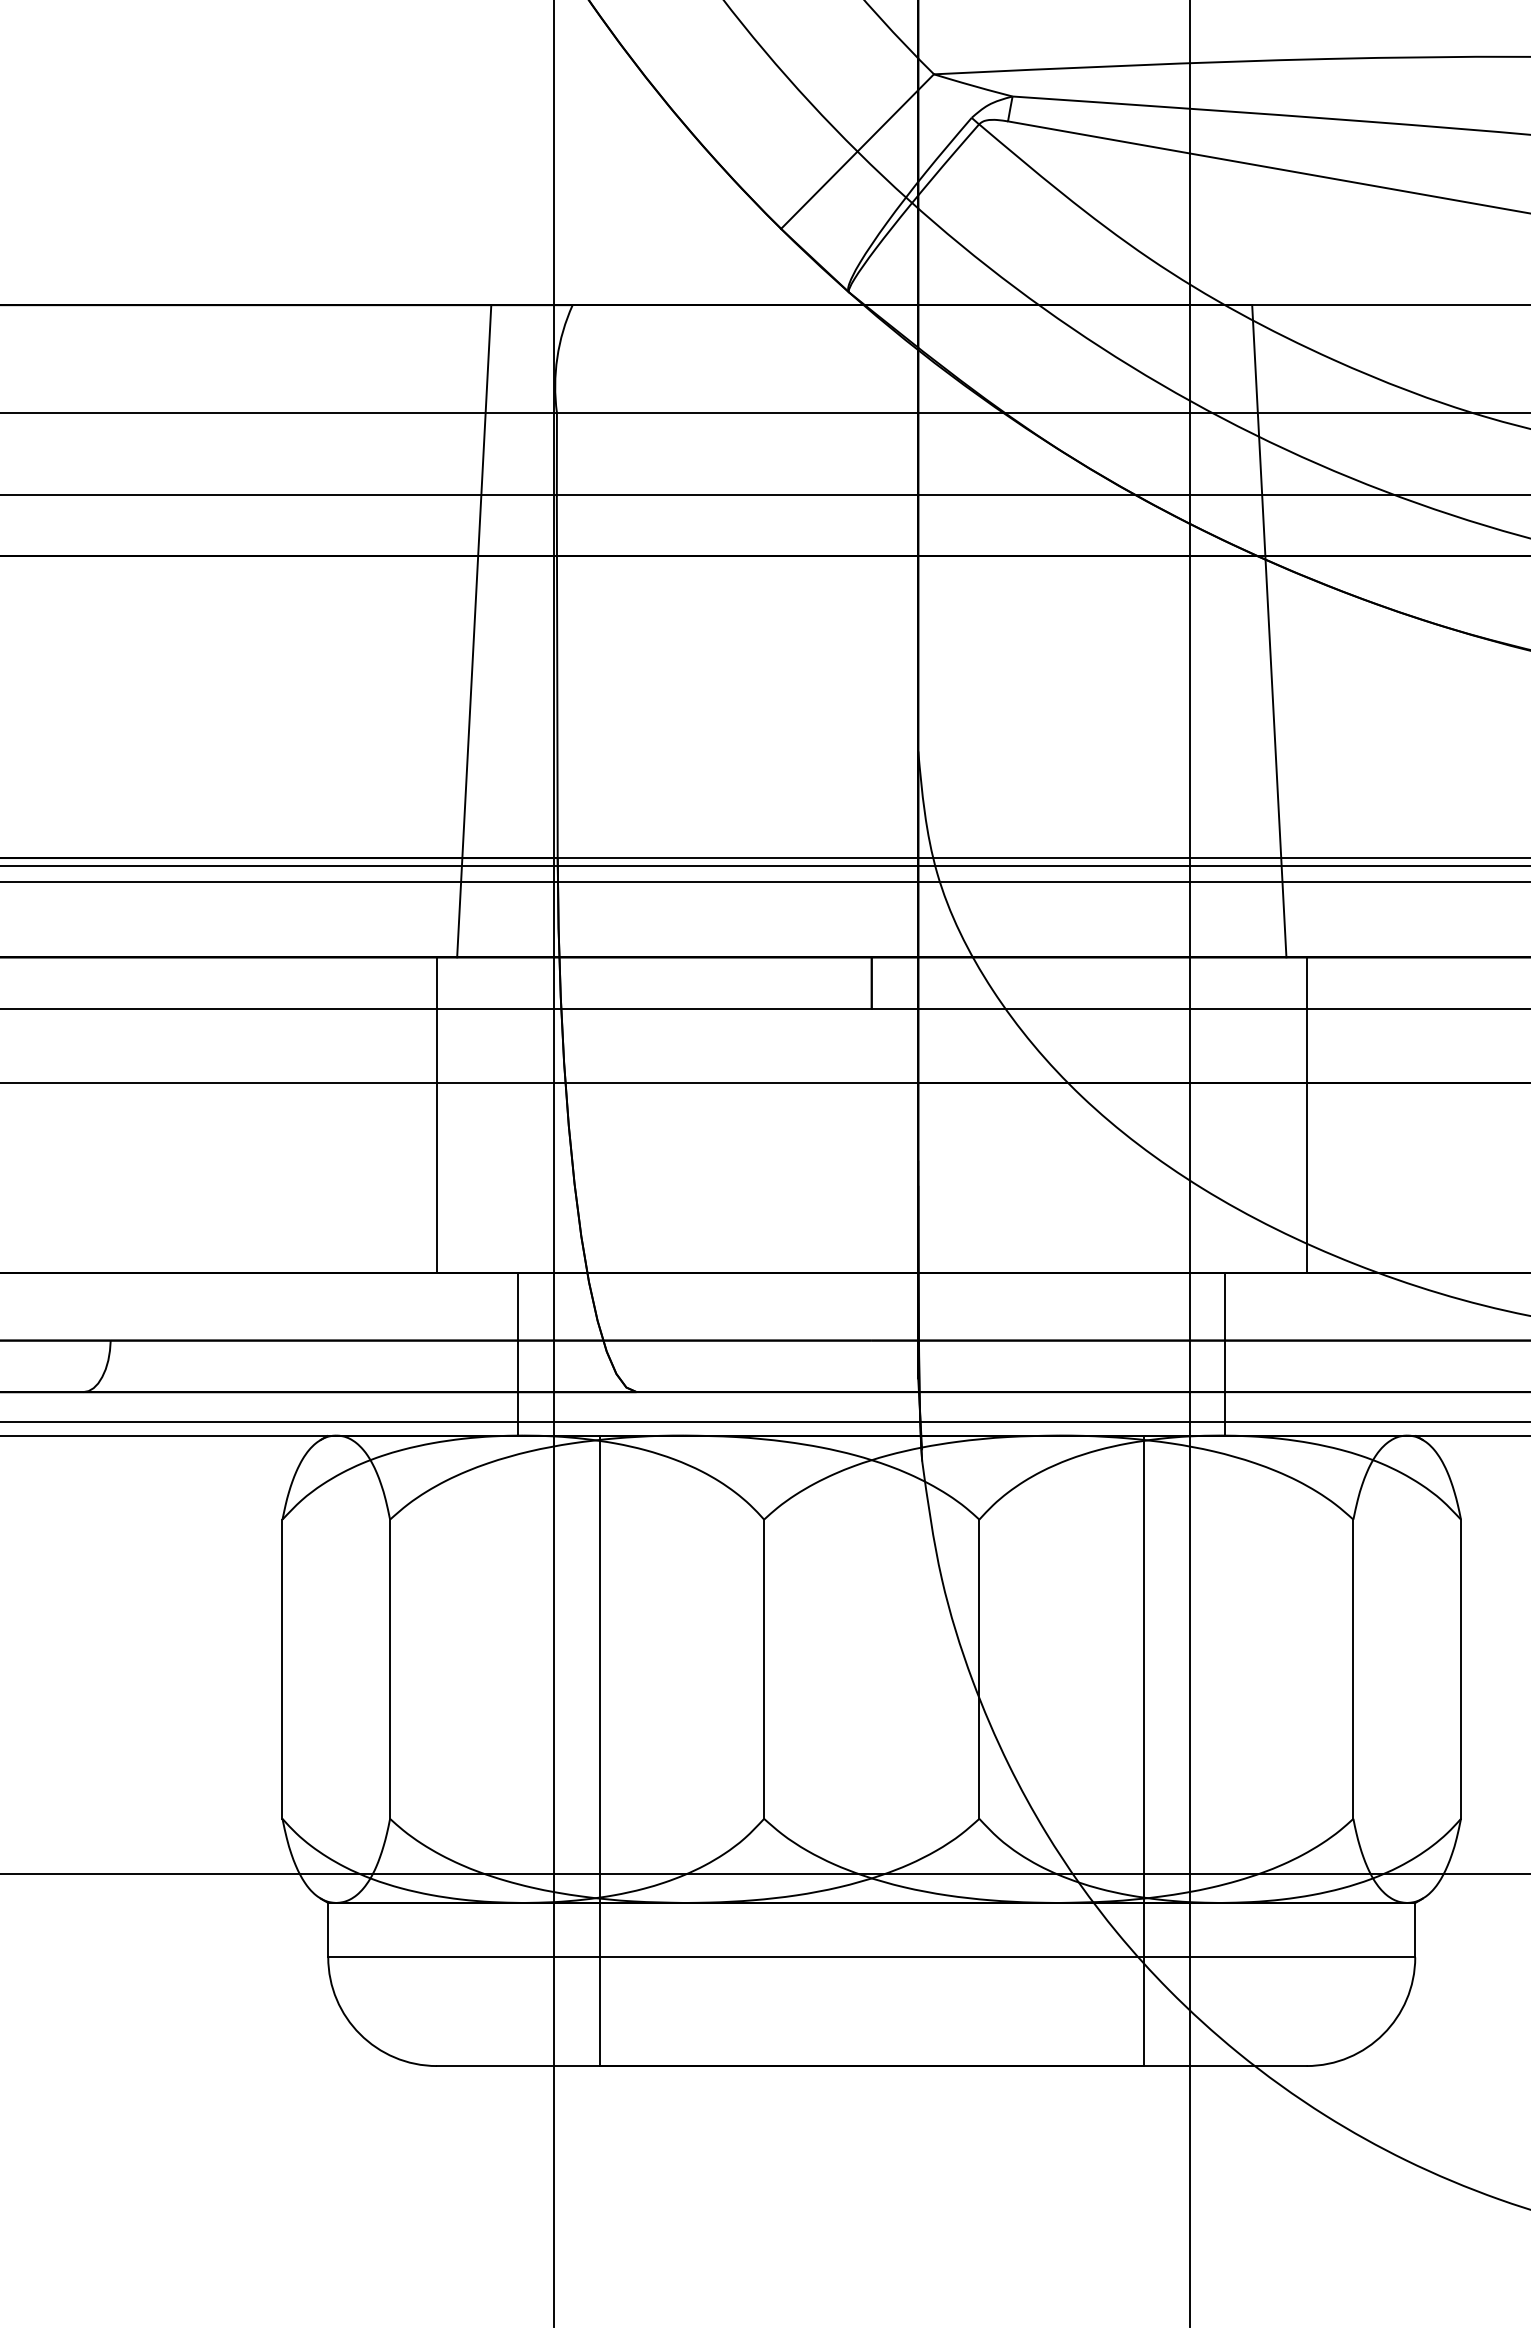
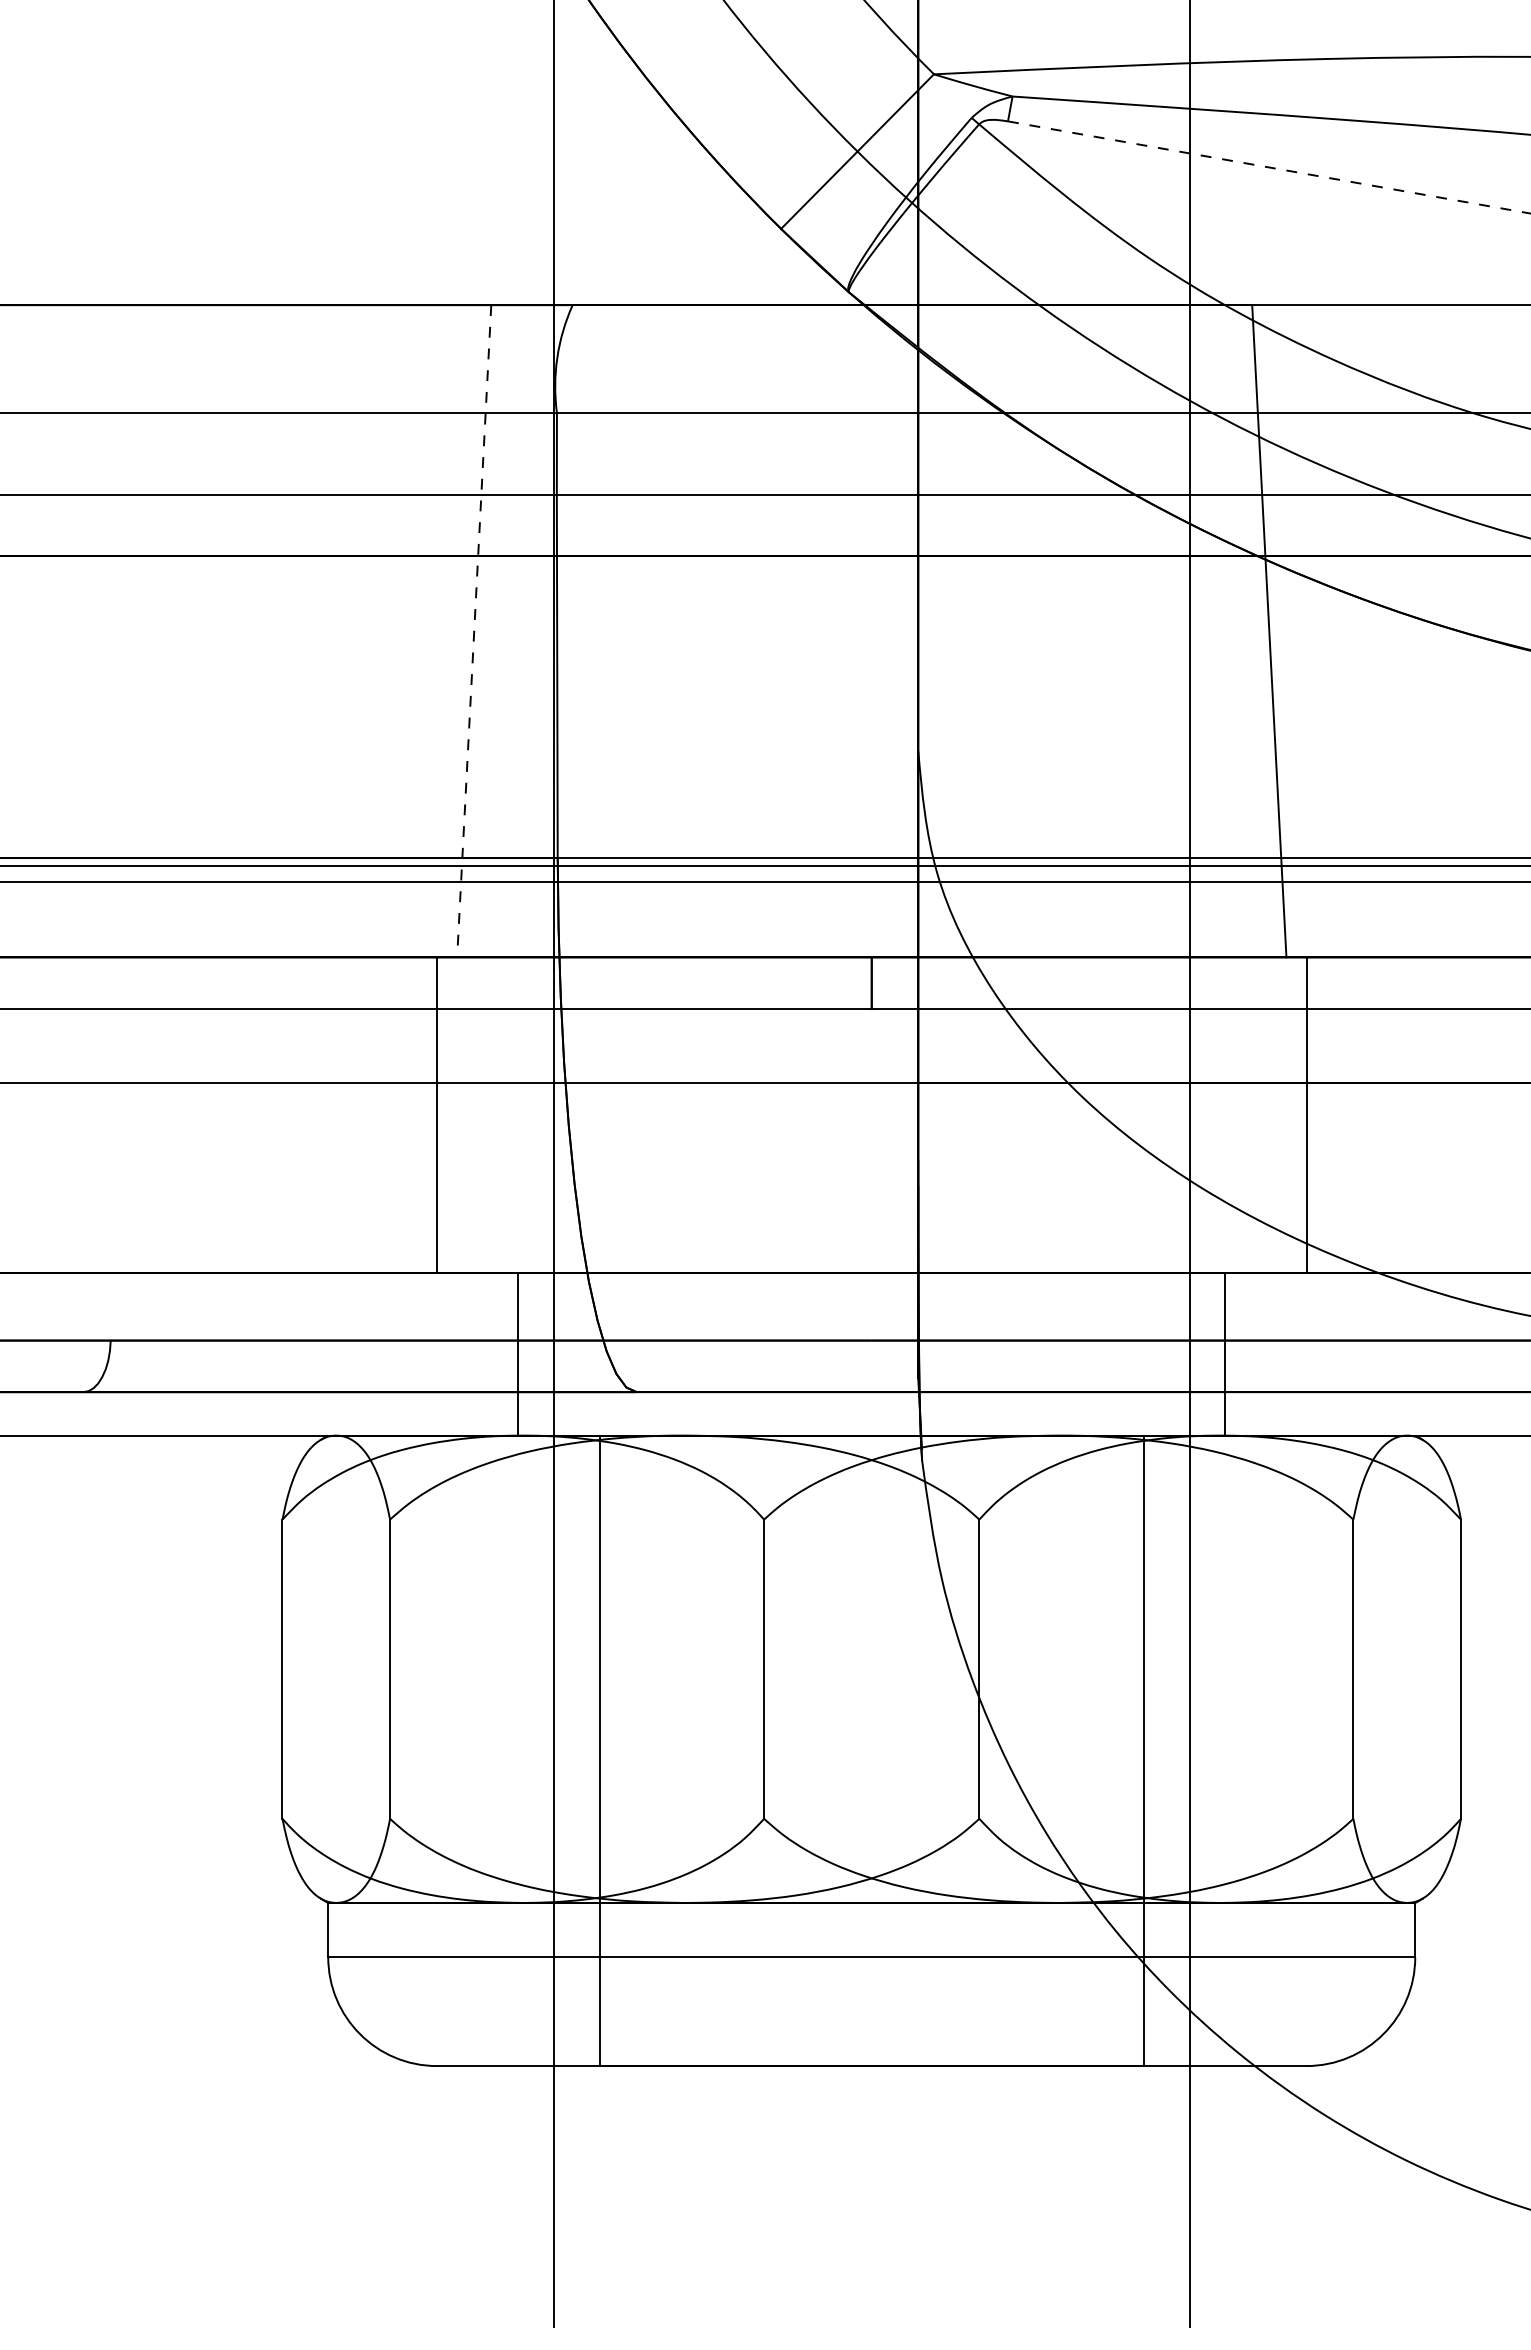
line at (1270, 167): solid -> dashed
line at (474, 631): solid -> dashed
line at (764, 1421): present -> none
line at (764, 1873): present -> none
